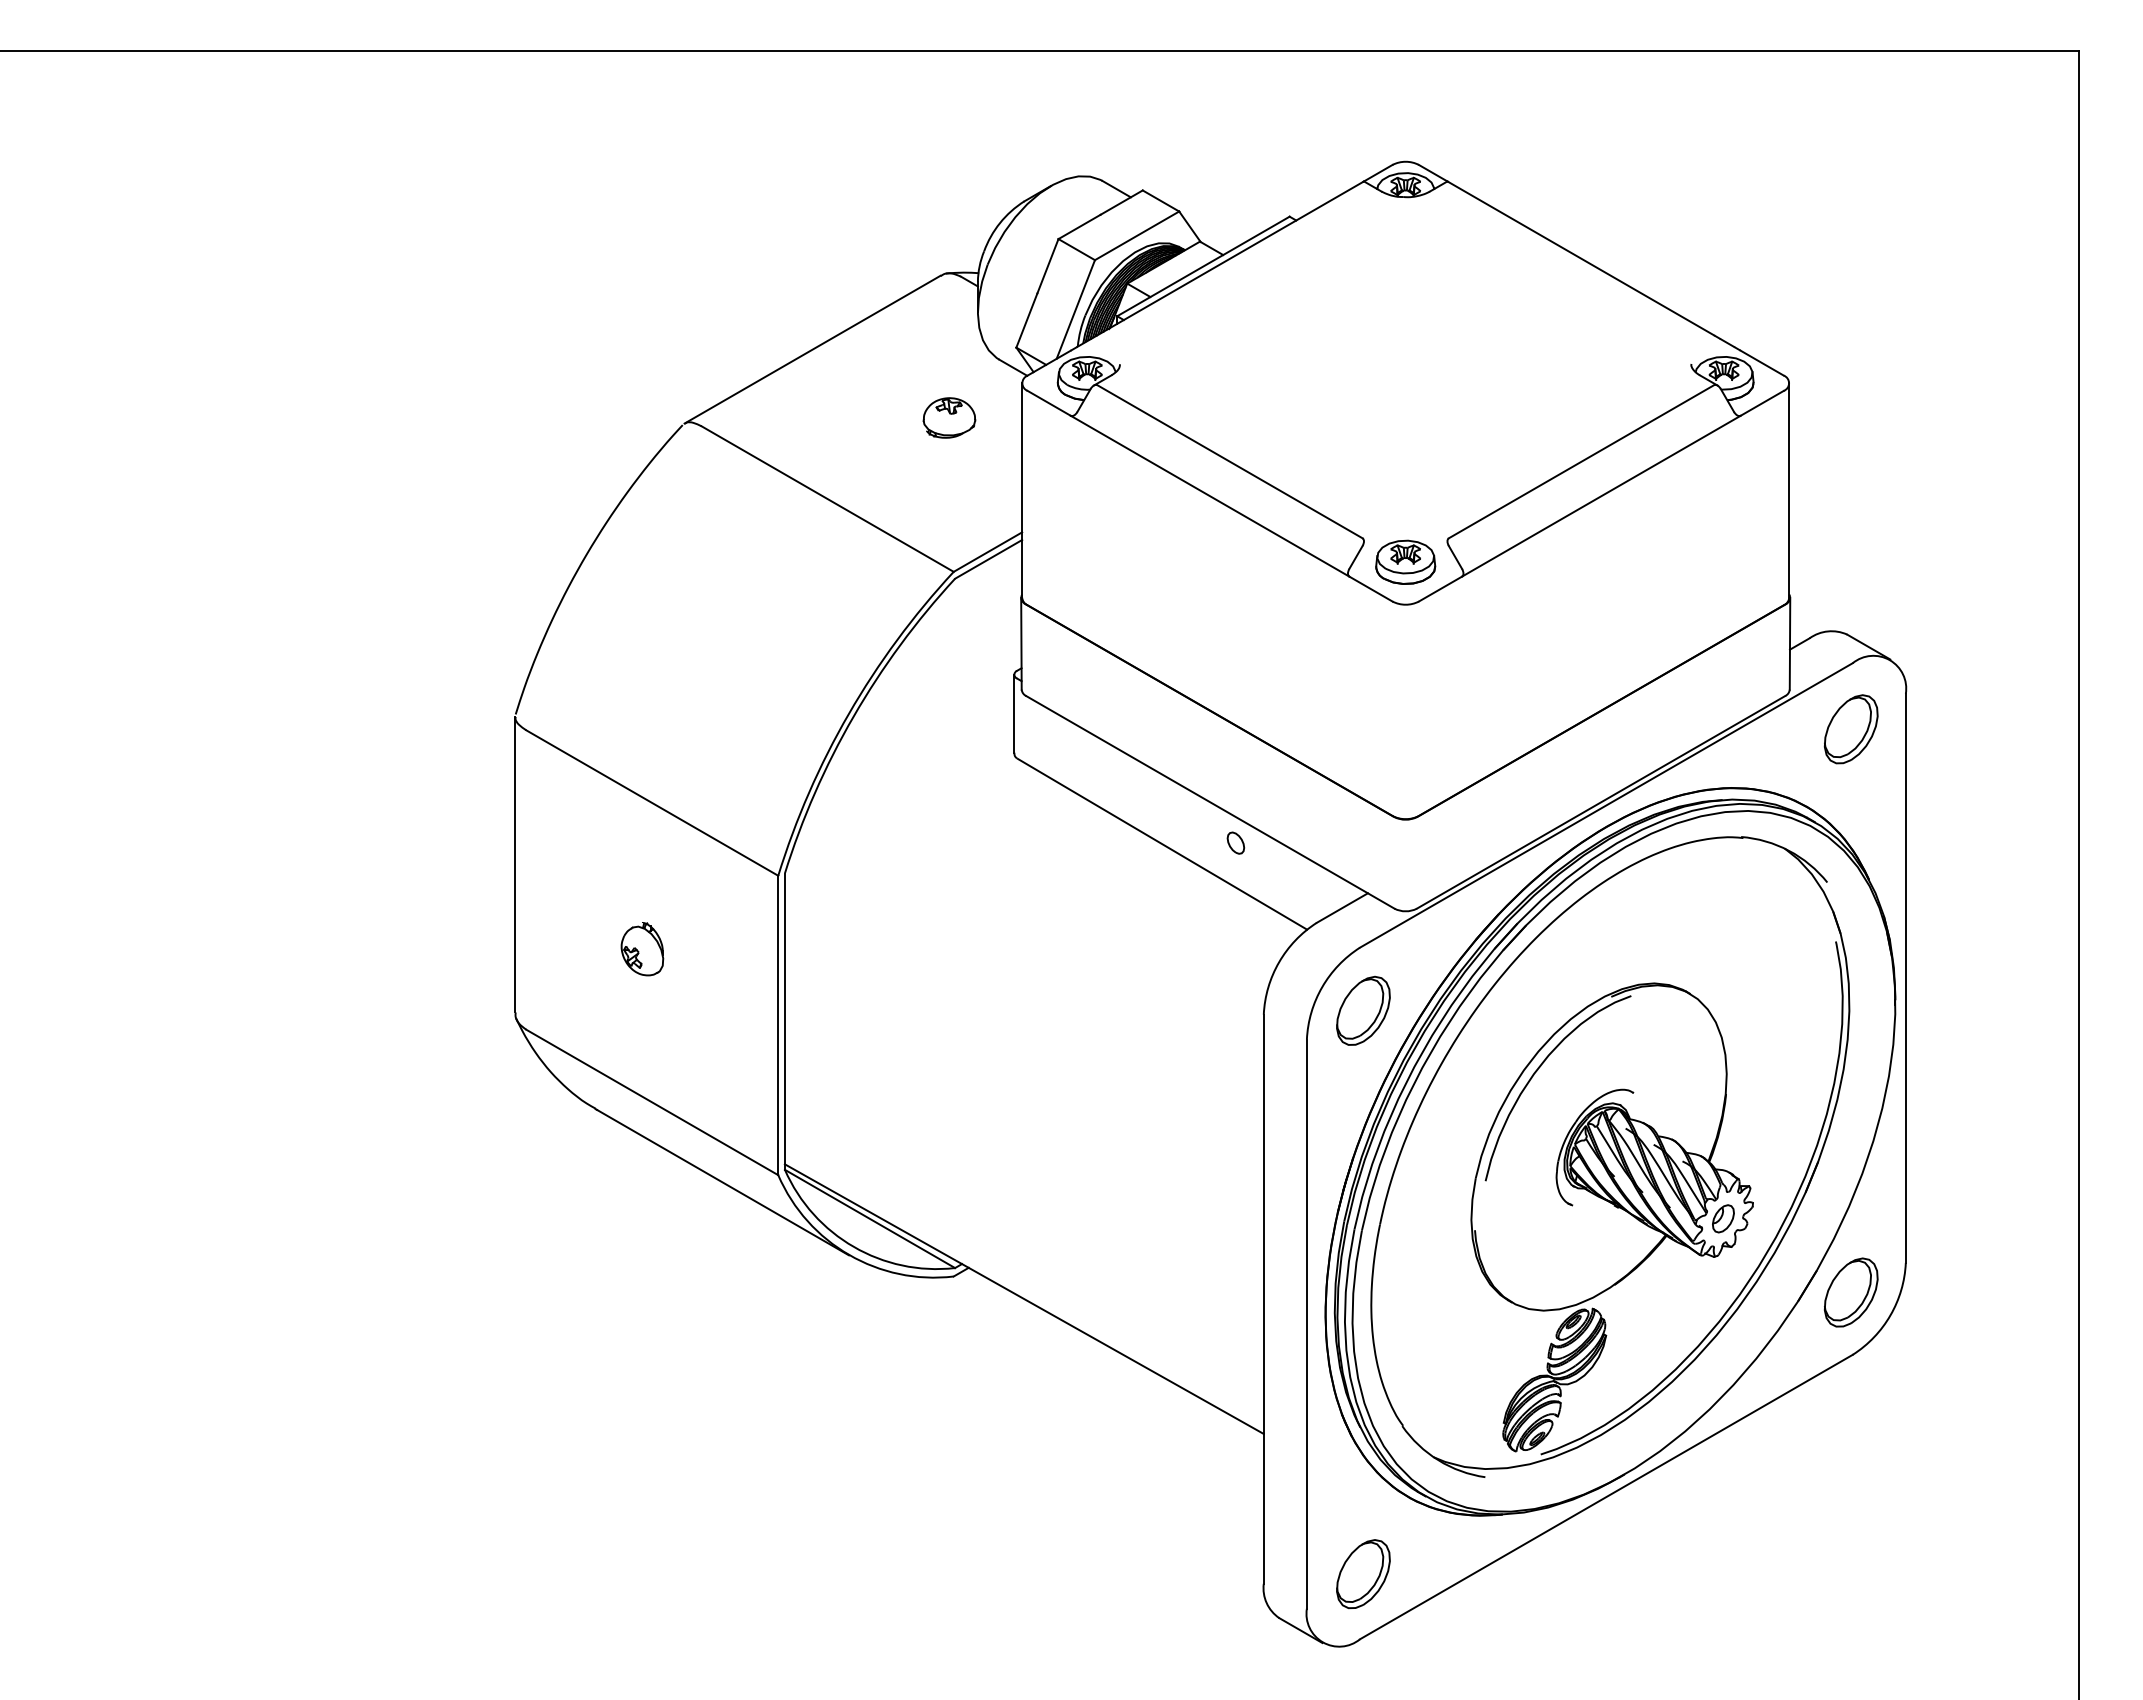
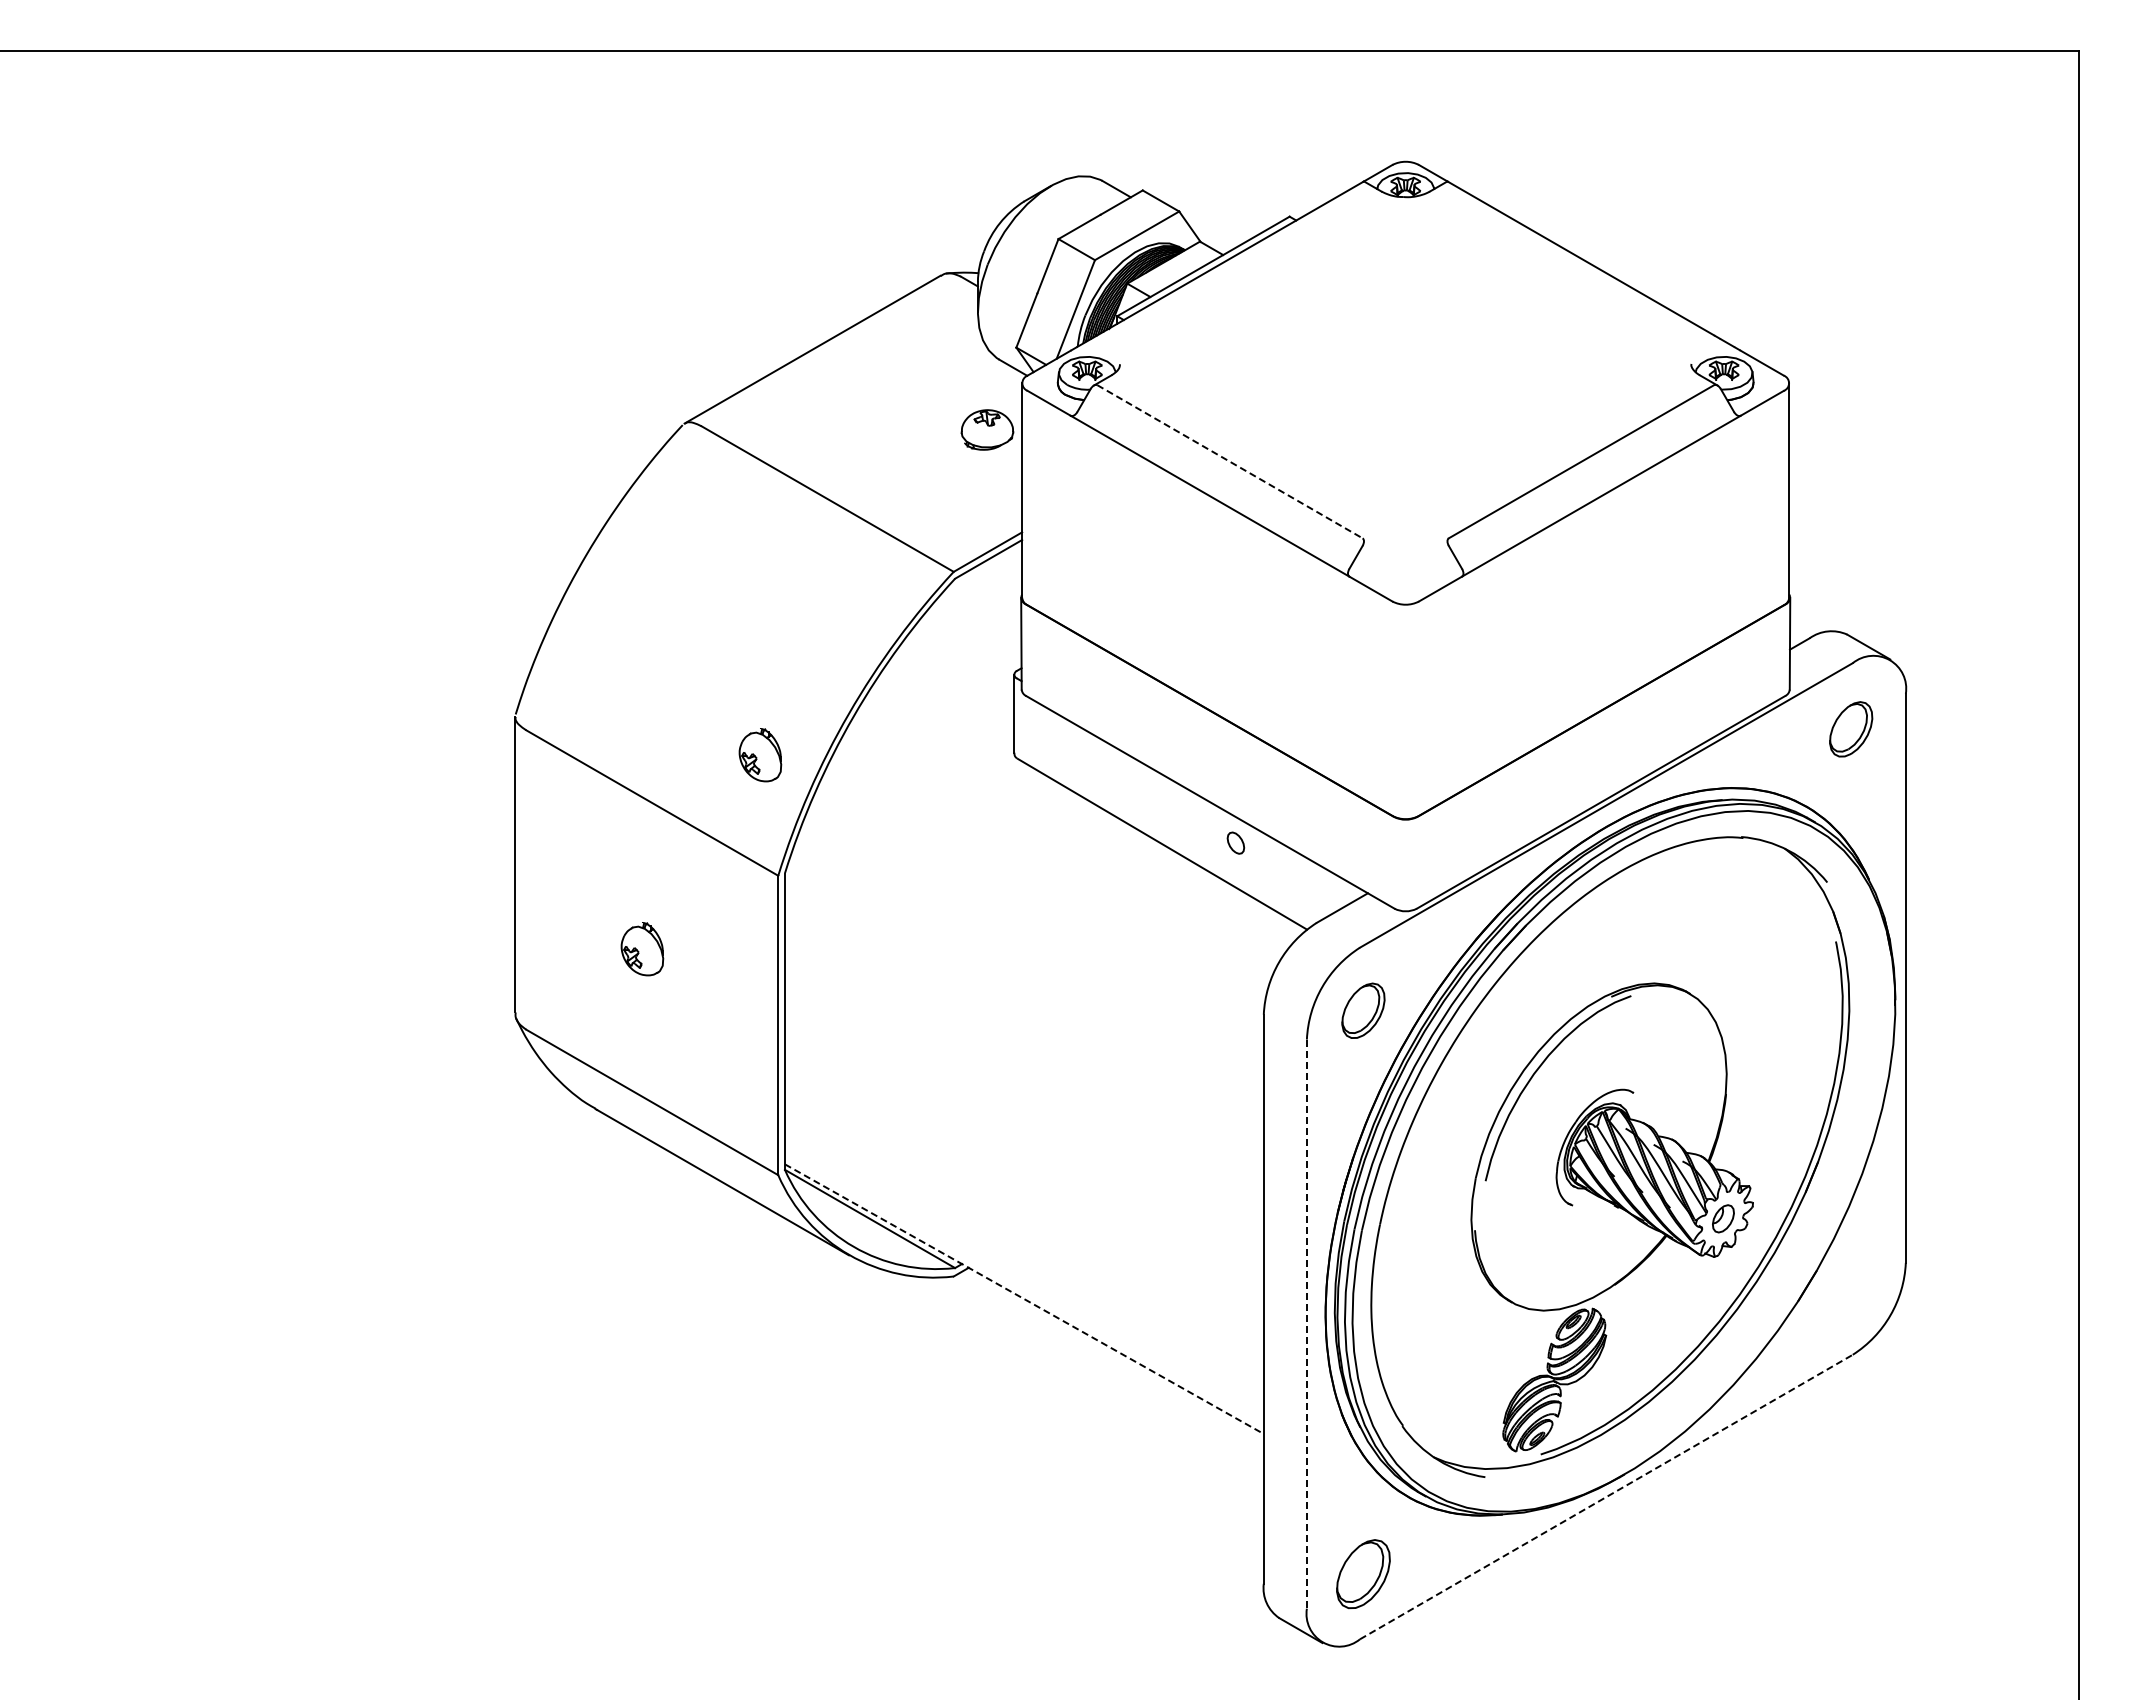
part at (949, 417) position: (949, 417) -> (987, 429)
line at (1230, 461): solid -> dashed
part at (1405, 561): present -> none
part at (1850, 729) size: 56x71 px -> 45x57 px
part at (760, 755): none -> present
part at (1363, 1010) size: 55x71 px -> 45x57 px
part at (1851, 1292): present -> none
line at (1024, 1299): solid -> dashed
line at (1306, 1324): solid -> dashed
line at (1606, 1497): solid -> dashed
